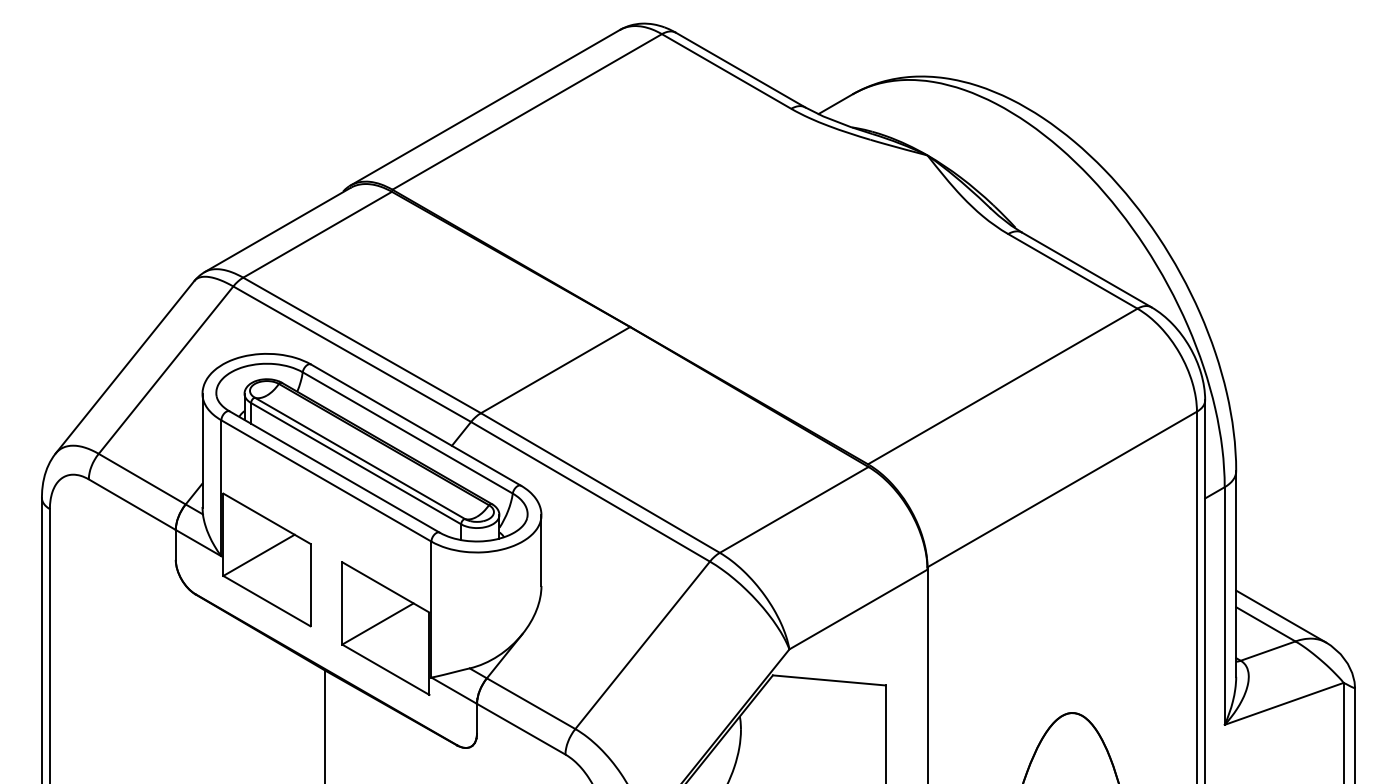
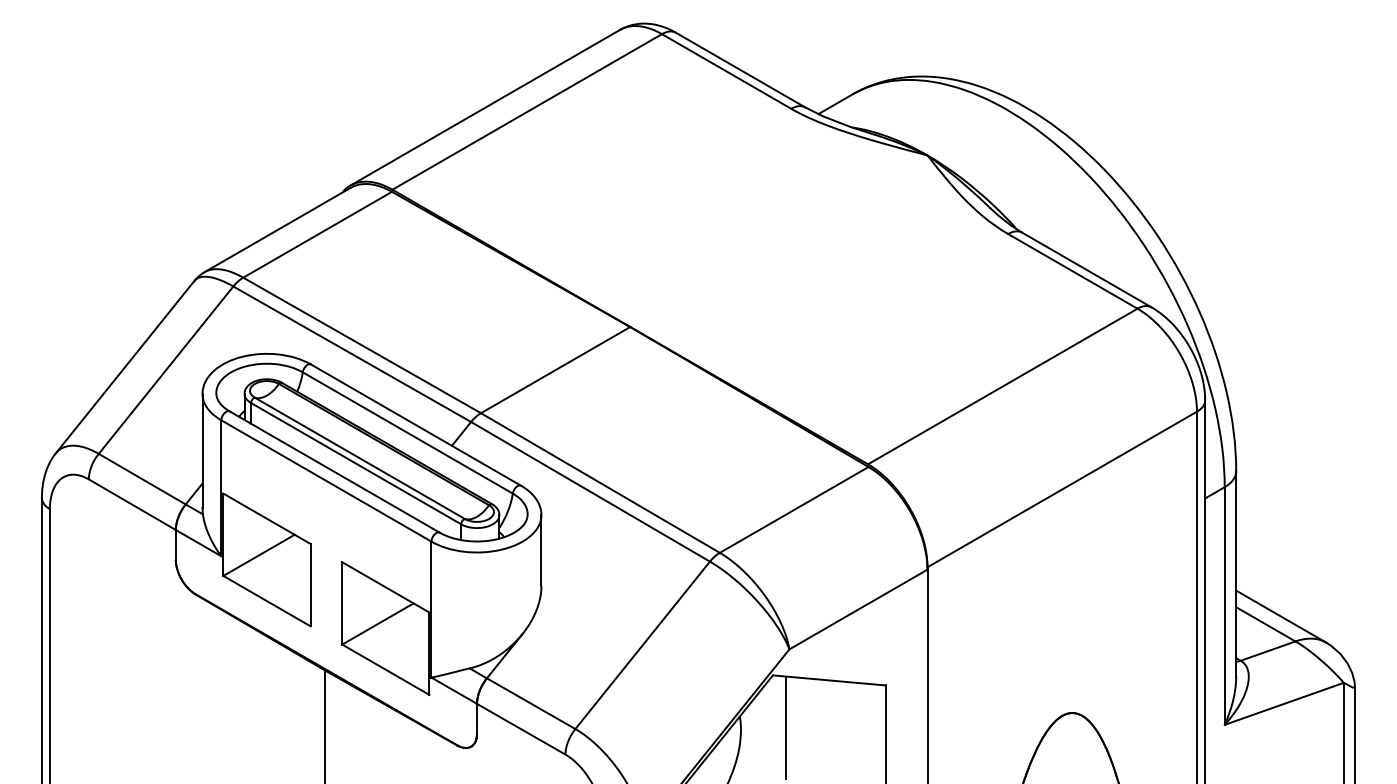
line at (785, 727): none -> present
